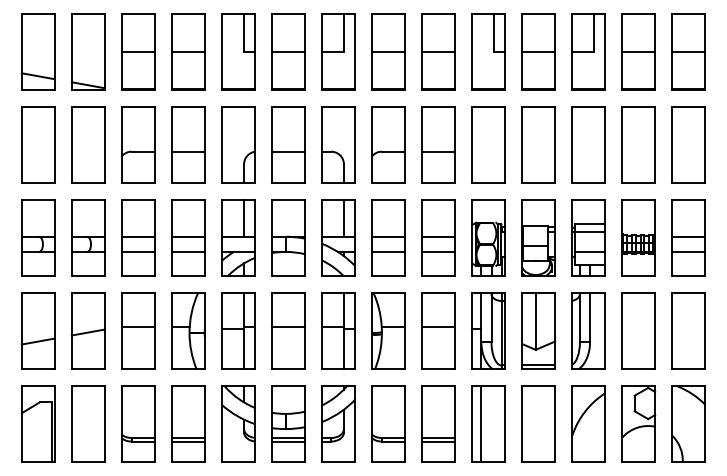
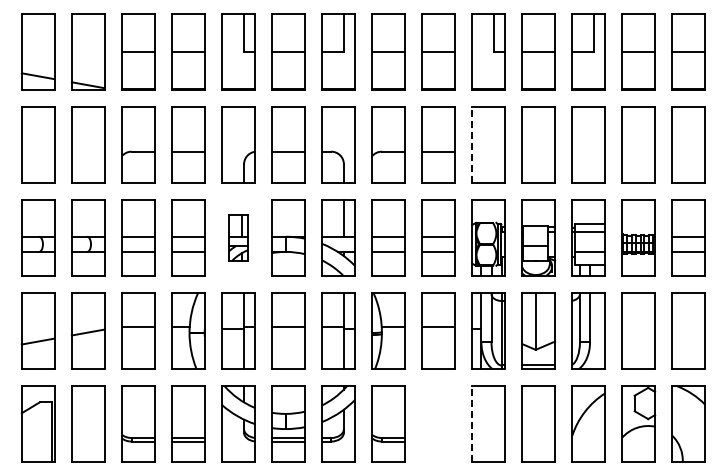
line at (472, 144): solid -> dashed
part at (238, 237) size: 35x78 px -> 21x48 px
part at (438, 423): present -> none
line at (481, 423): present -> none
line at (472, 424): solid -> dashed
